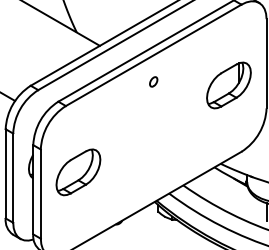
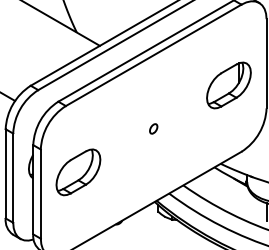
part at (153, 81) position: (153, 81) -> (153, 128)
